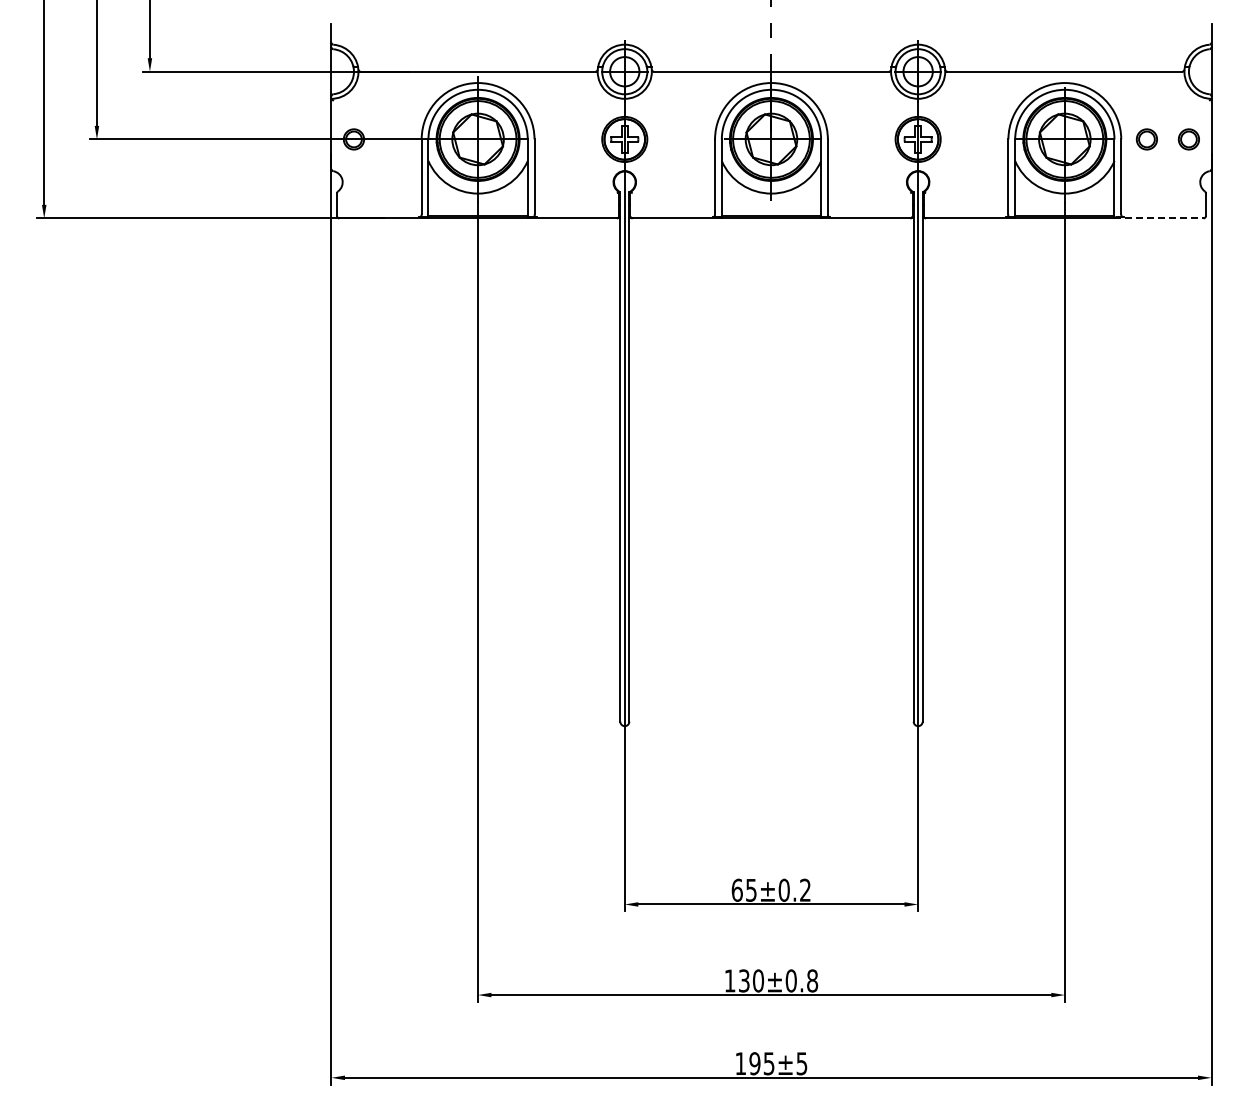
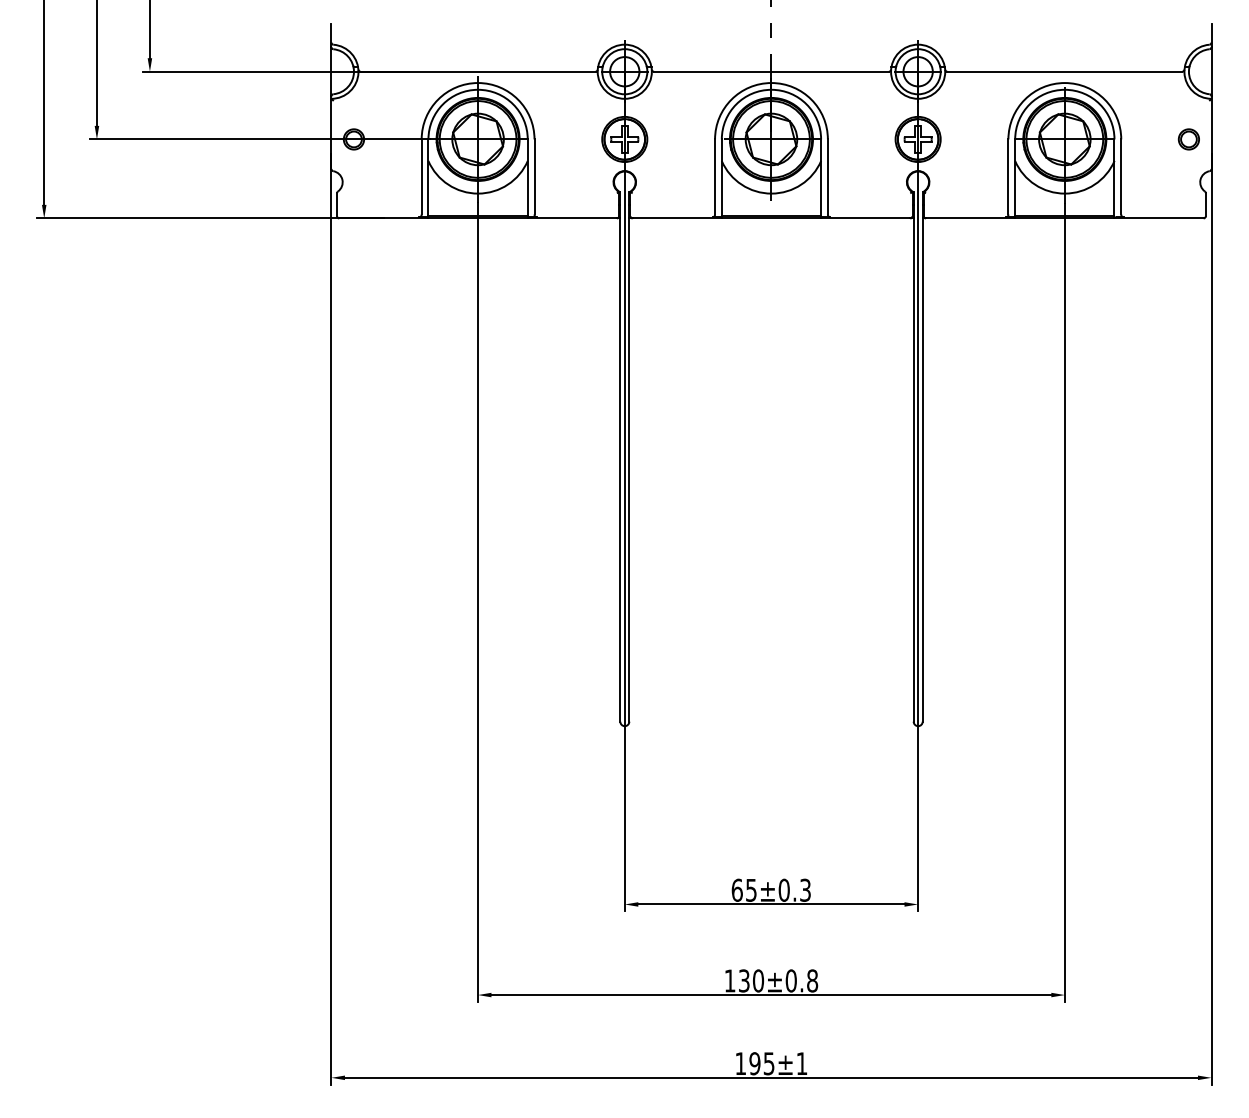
part at (1146, 139): present -> none
line at (1159, 218): dashed -> solid
text at (805, 890): 65±0.2 -> 65±0.3
text at (801, 1063): 195±5 -> 195±1
